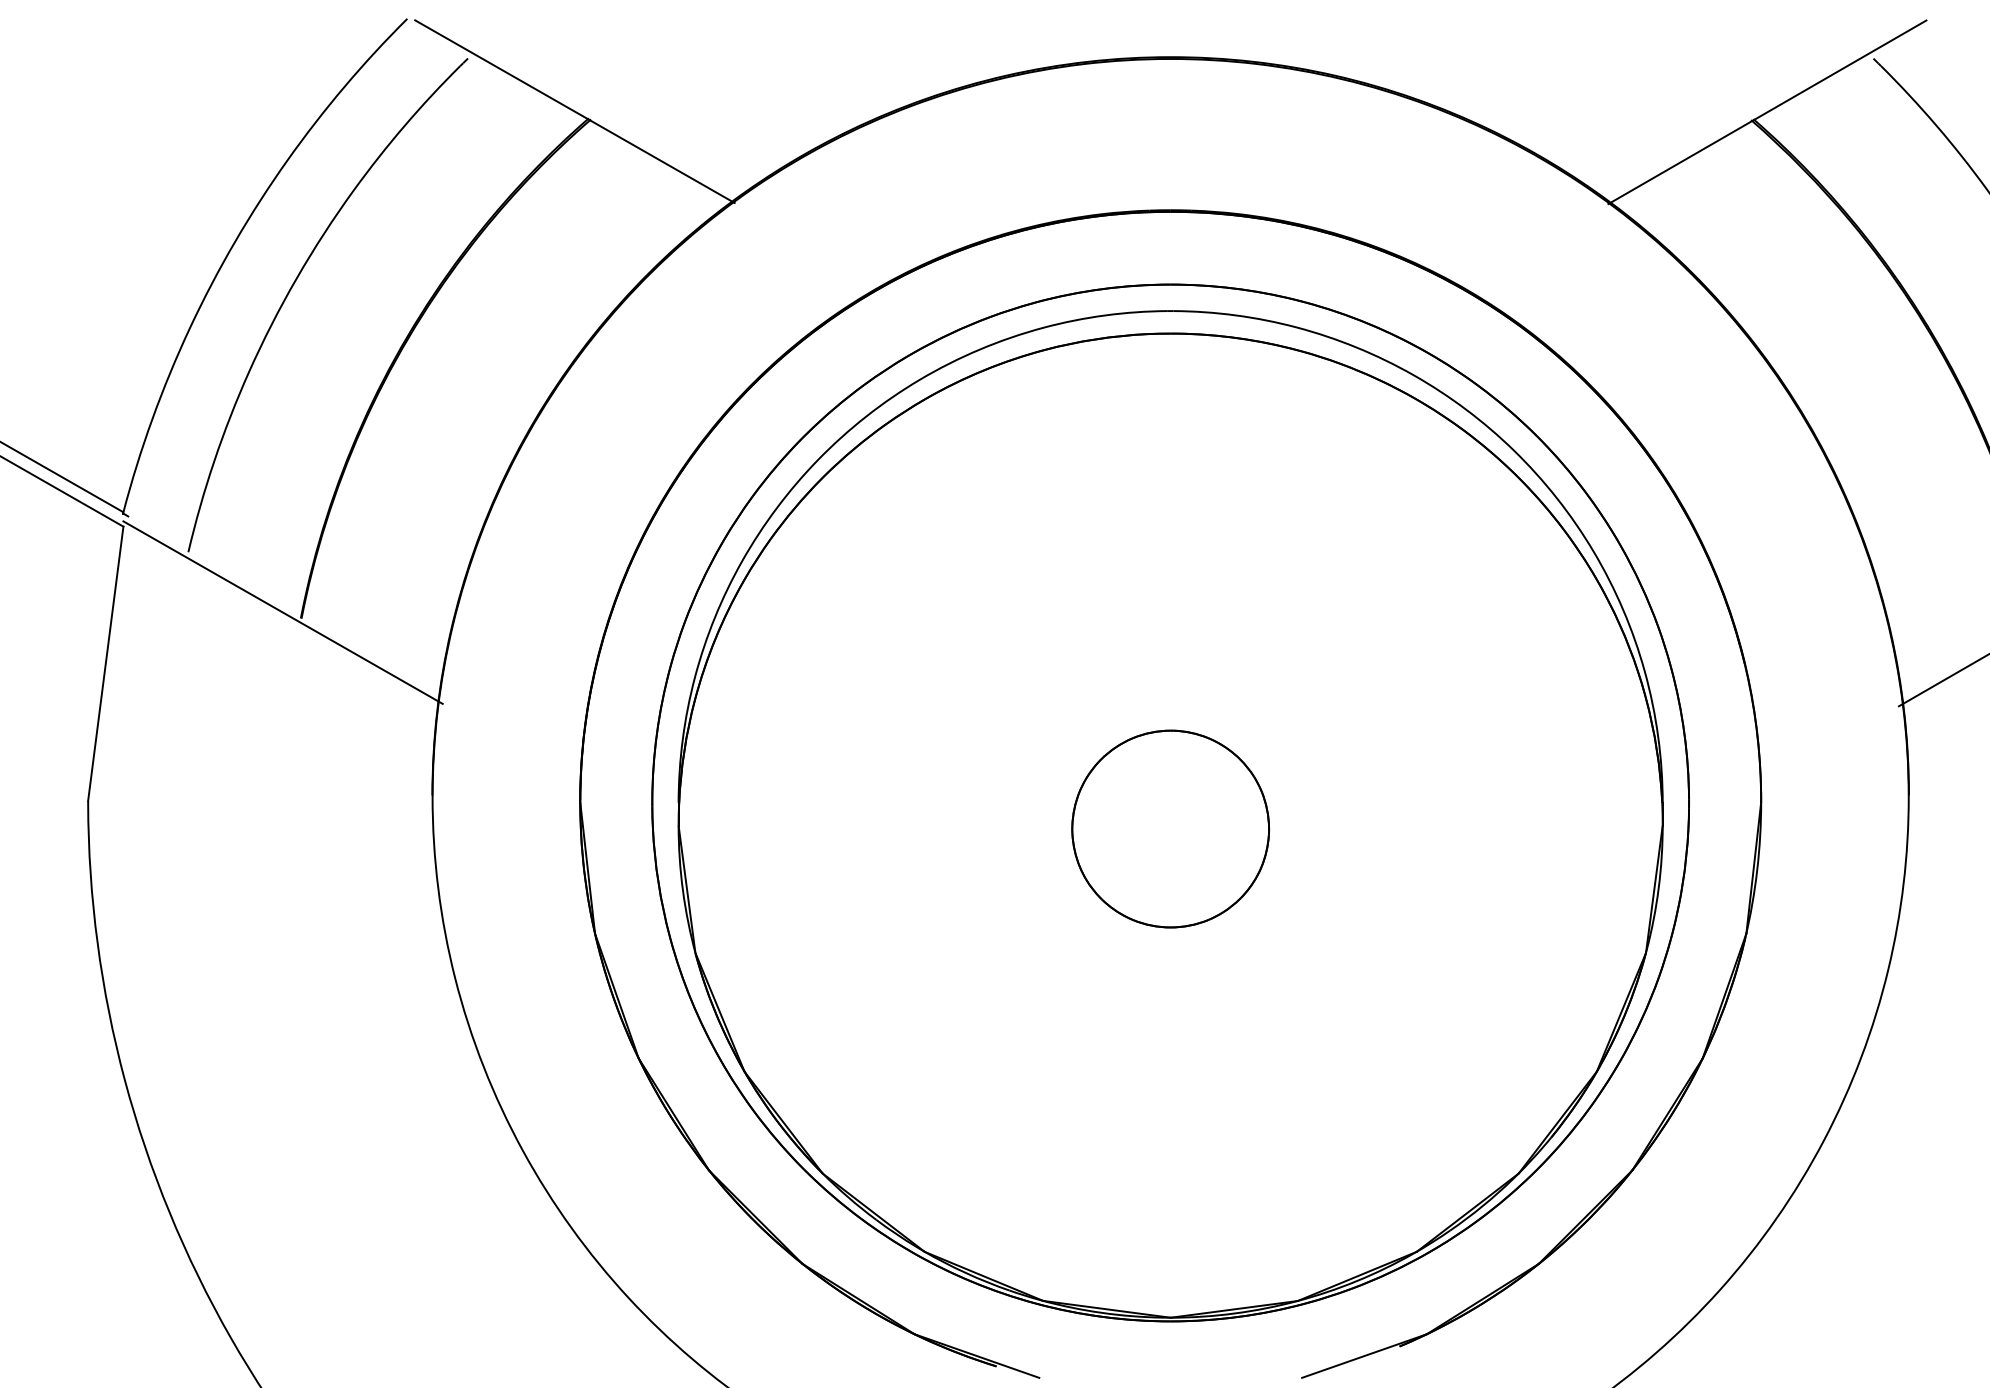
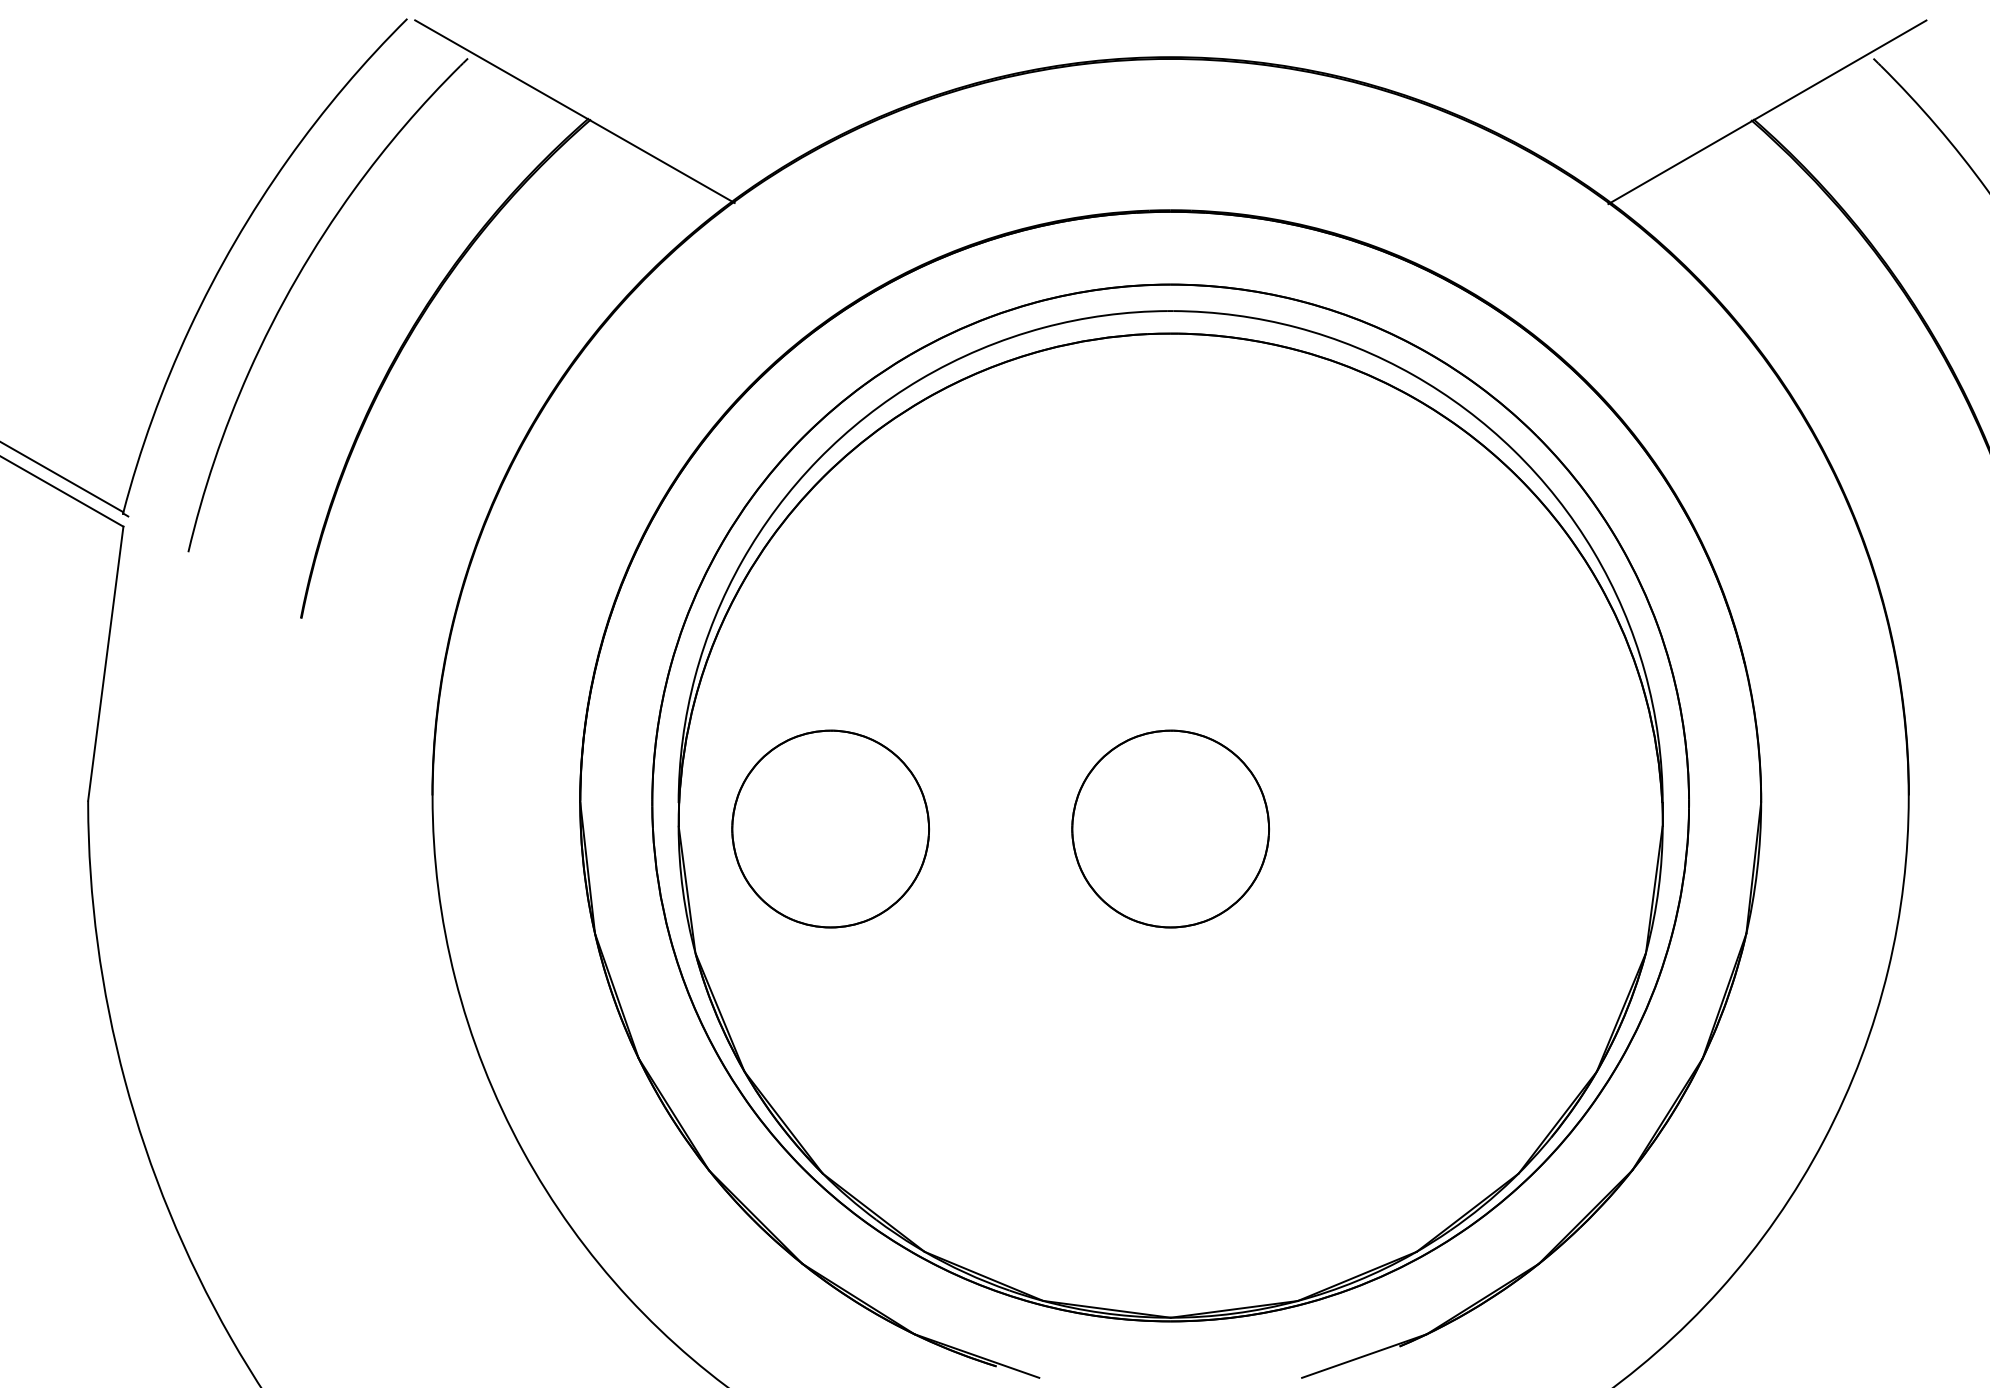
line at (282, 612): present -> none
line at (1942, 680): present -> none
part at (830, 828): none -> present
